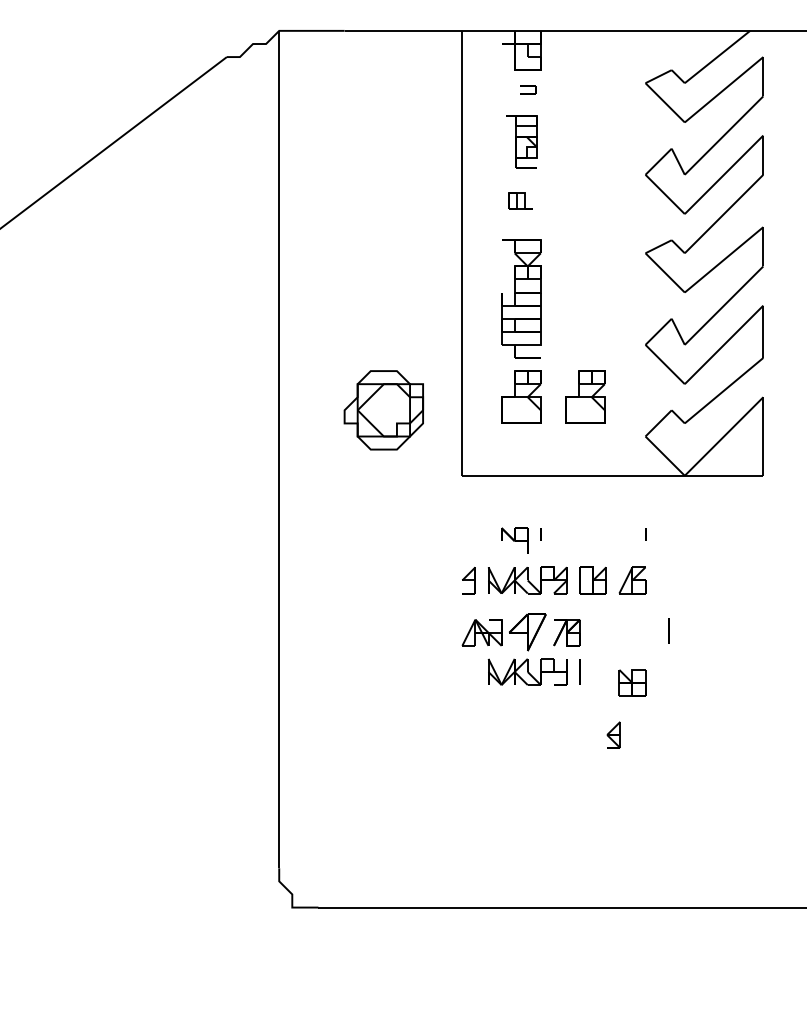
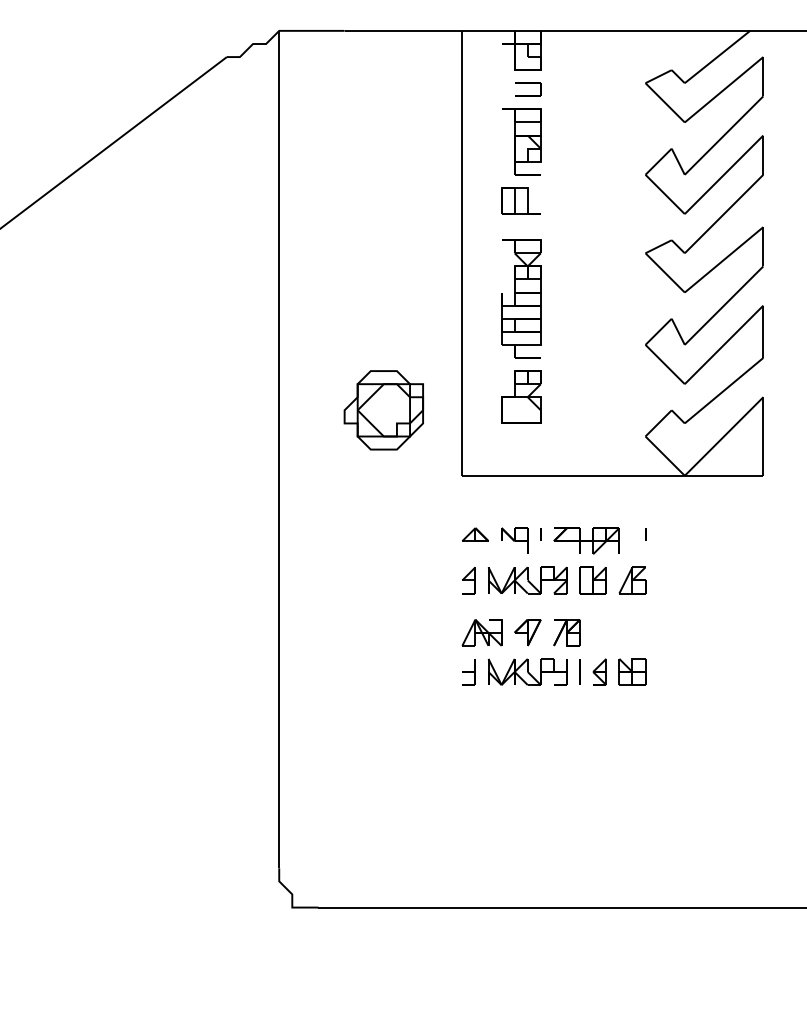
part at (528, 89) size: 17x10 px -> 27x15 px
part at (521, 141) size: 32x54 px -> 40x68 px
part at (520, 200) size: 25x18 px -> 40x28 px
part at (585, 396): present -> none
part at (475, 534): none -> present
part at (586, 540): none -> present
line at (668, 630): present -> none
part at (527, 632) size: 38x39 px -> 28x28 px
part at (468, 672): none -> present
part at (632, 682) position: (632, 682) -> (632, 671)
part at (613, 734) position: (613, 734) -> (599, 671)
